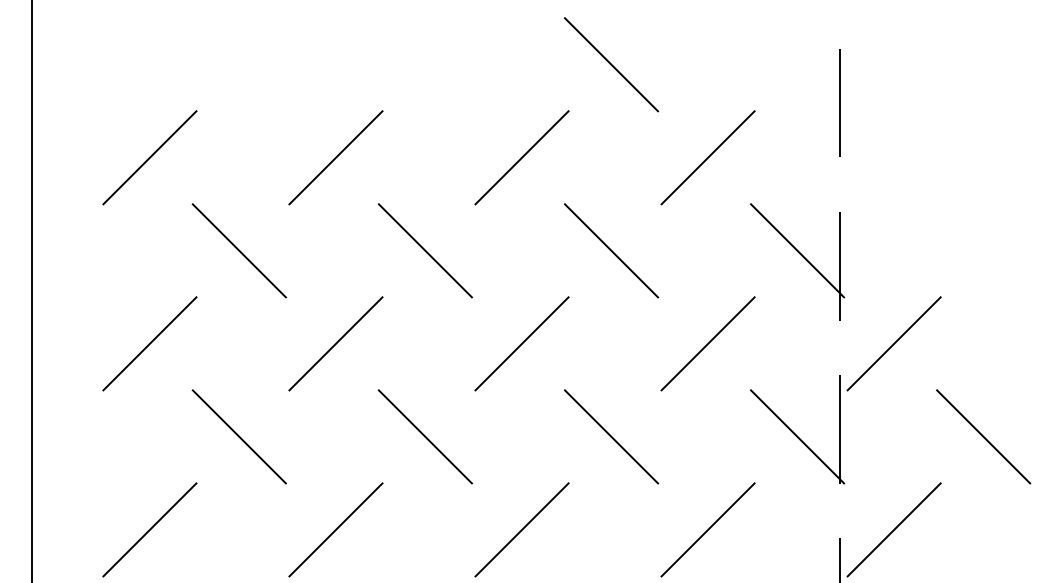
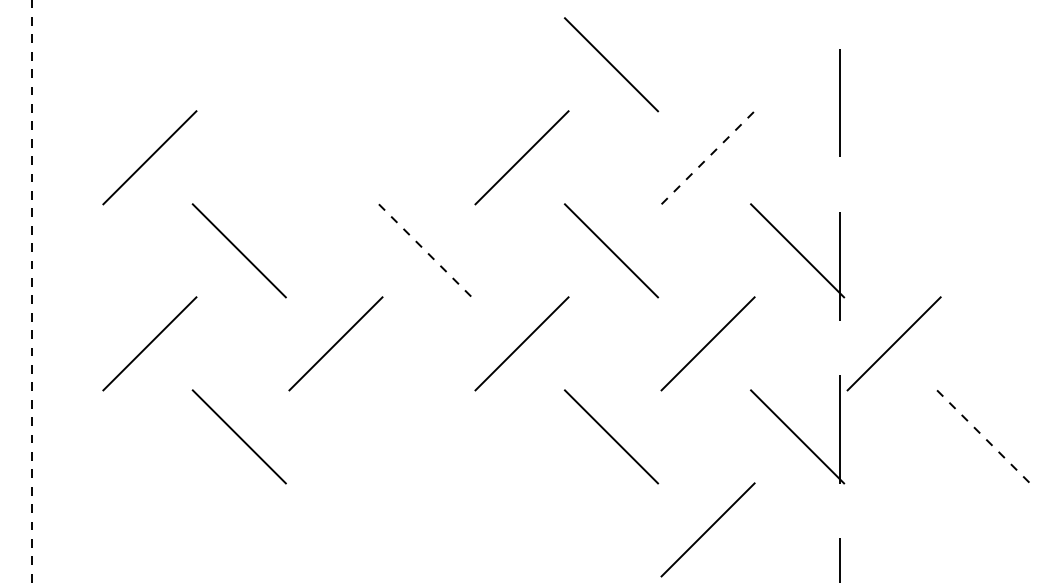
line at (335, 157): present -> none
line at (708, 157): solid -> dashed
line at (425, 250): solid -> dashed
line at (31, 291): solid -> dashed
line at (424, 436): present -> none
line at (983, 436): solid -> dashed
line at (149, 529): present -> none
line at (335, 529): present -> none
line at (521, 529): present -> none
line at (893, 529): present -> none
